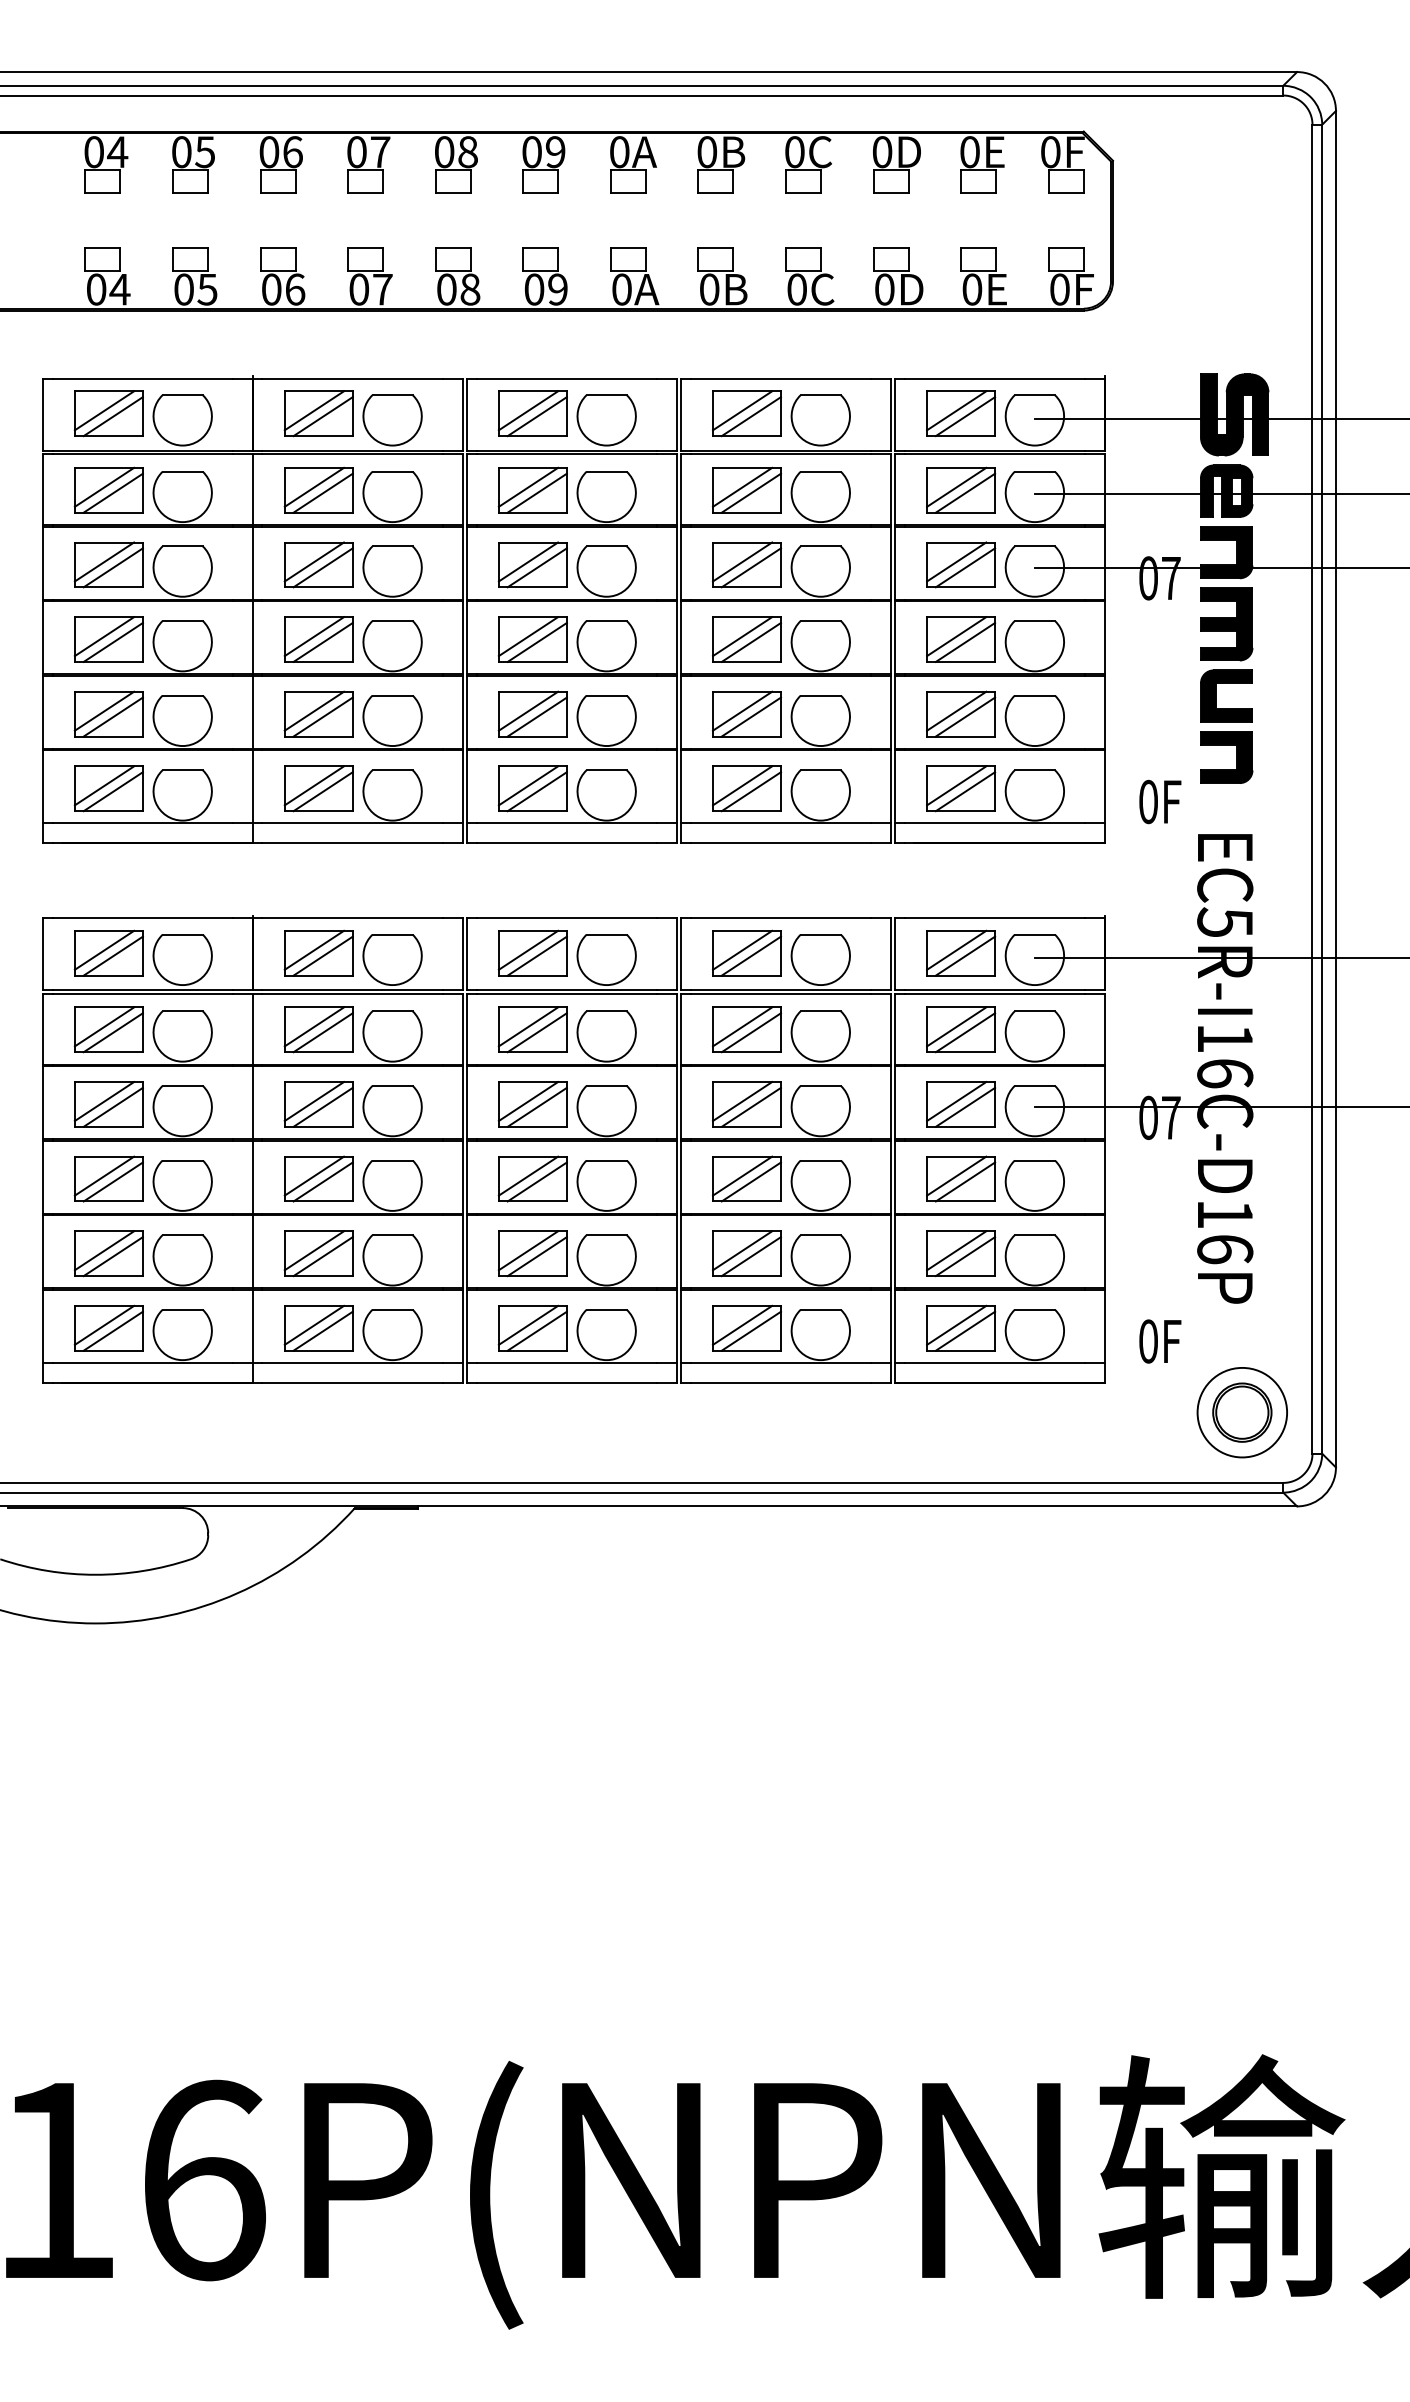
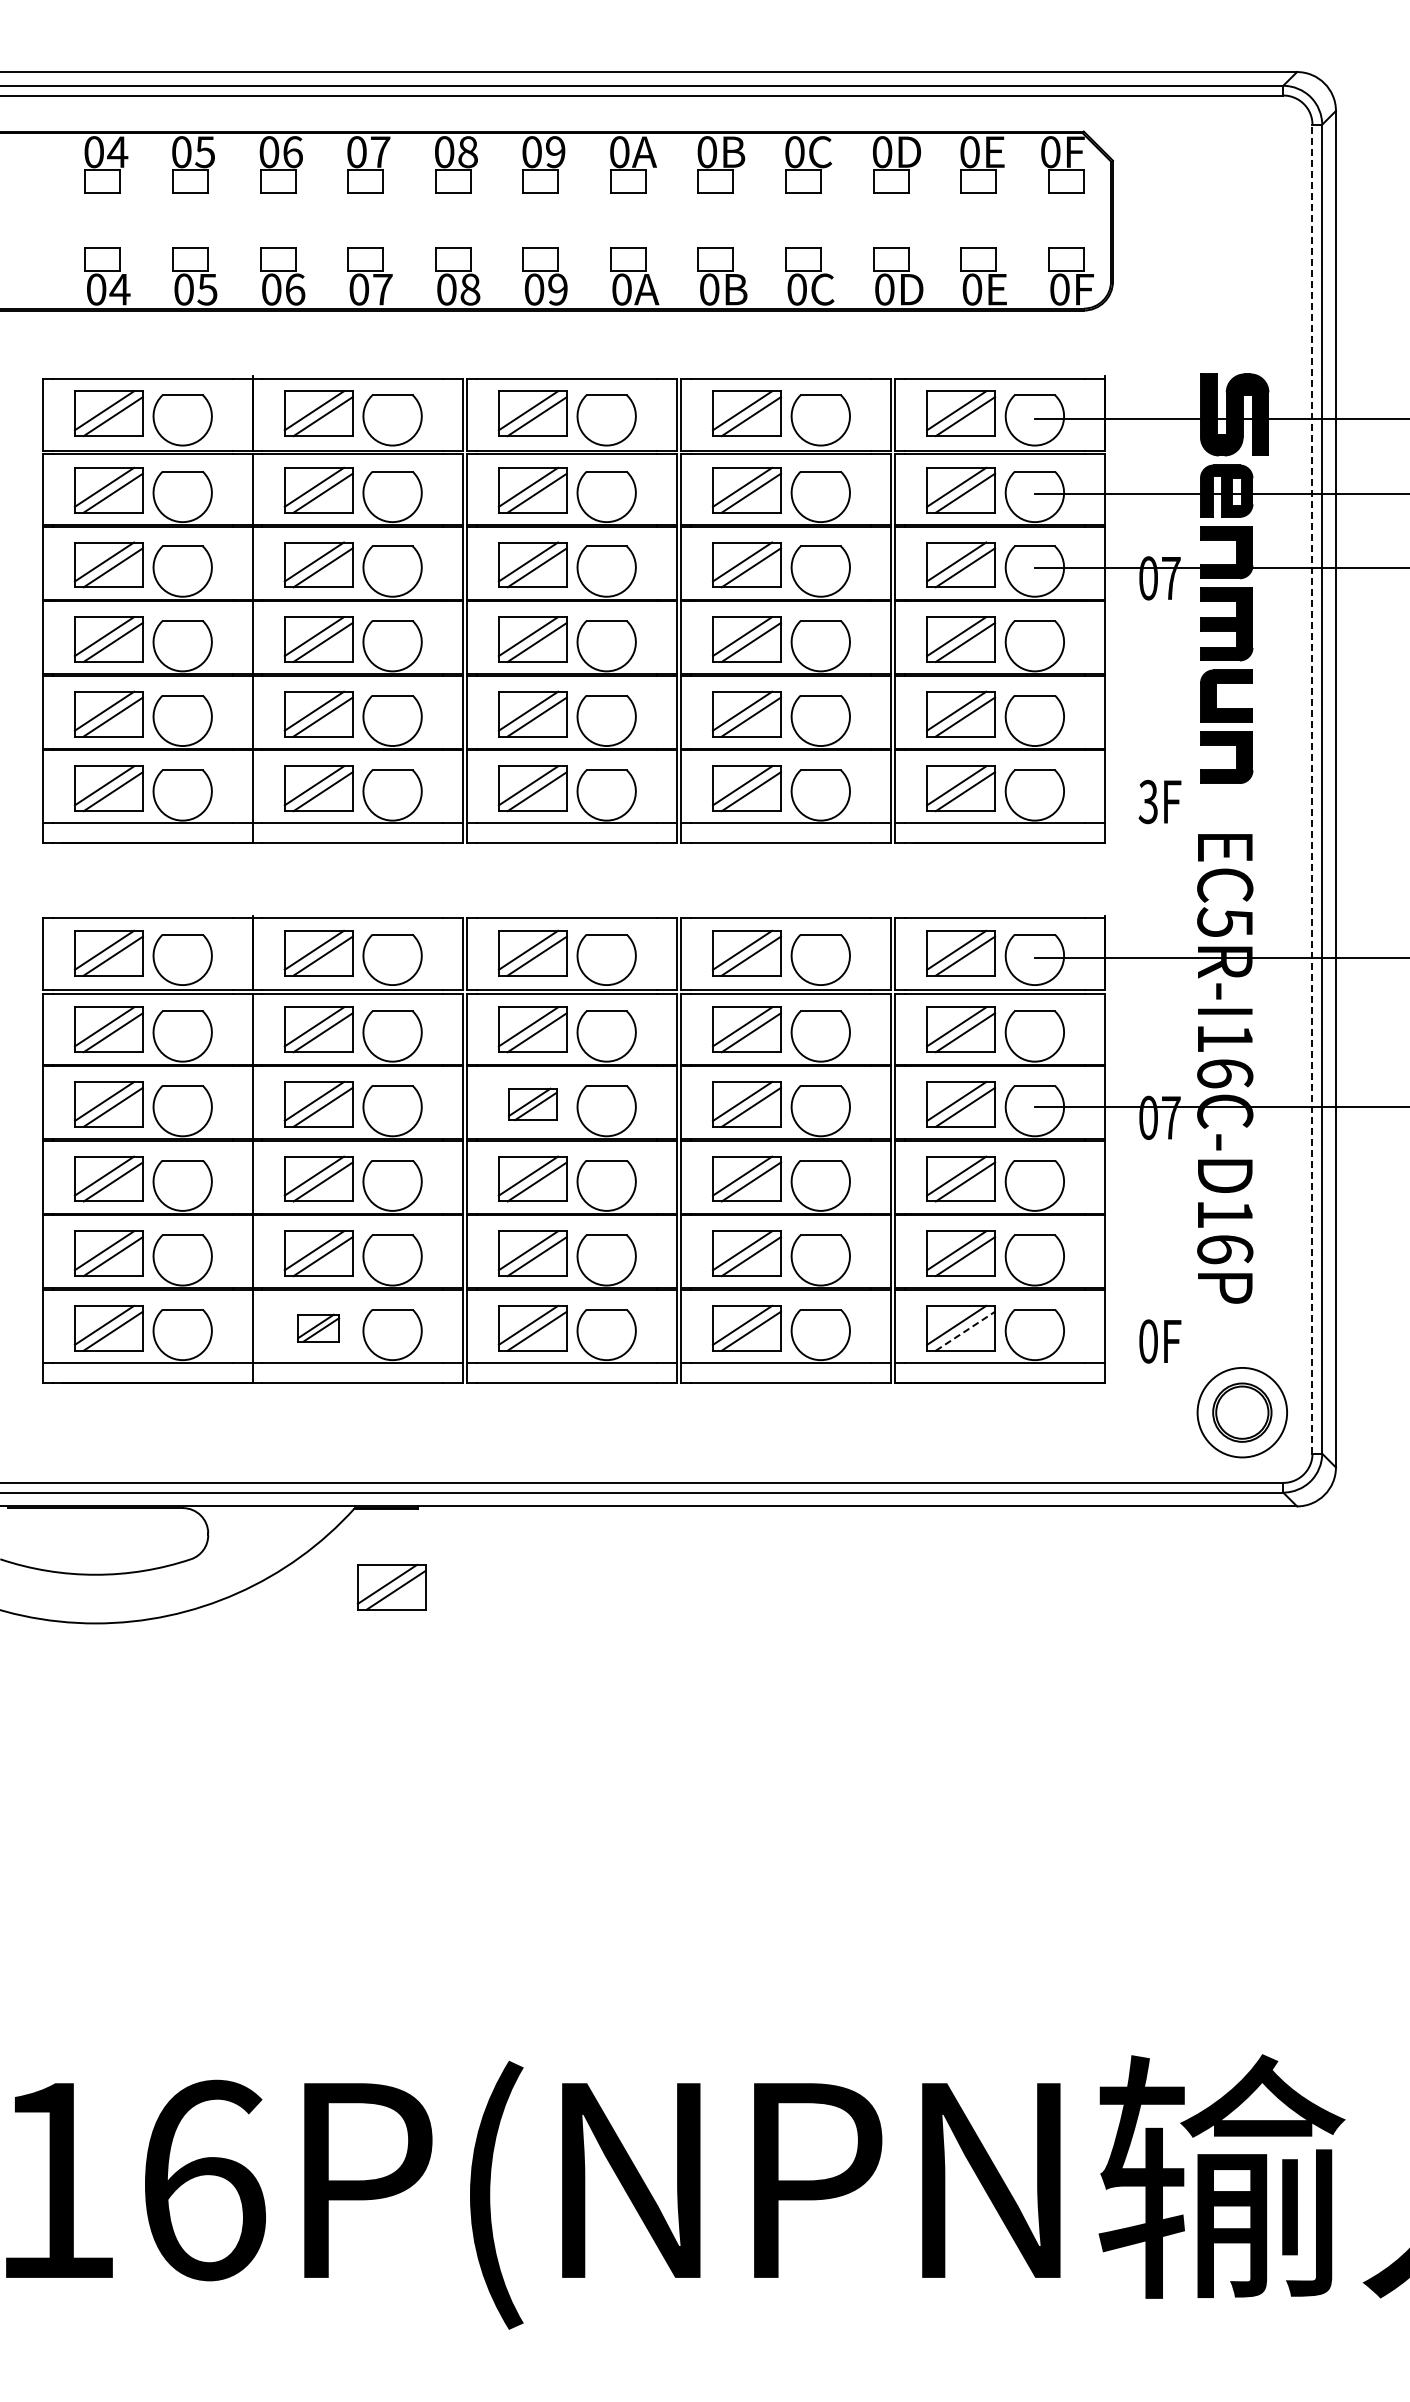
line at (1312, 788): solid -> dashed
text at (1147, 802): 0F -> 3F
part at (532, 1104) size: 71x47 px -> 50x34 px
part at (318, 1327) size: 71x48 px -> 44x30 px
line at (965, 1330): solid -> dashed
part at (391, 1586): none -> present
